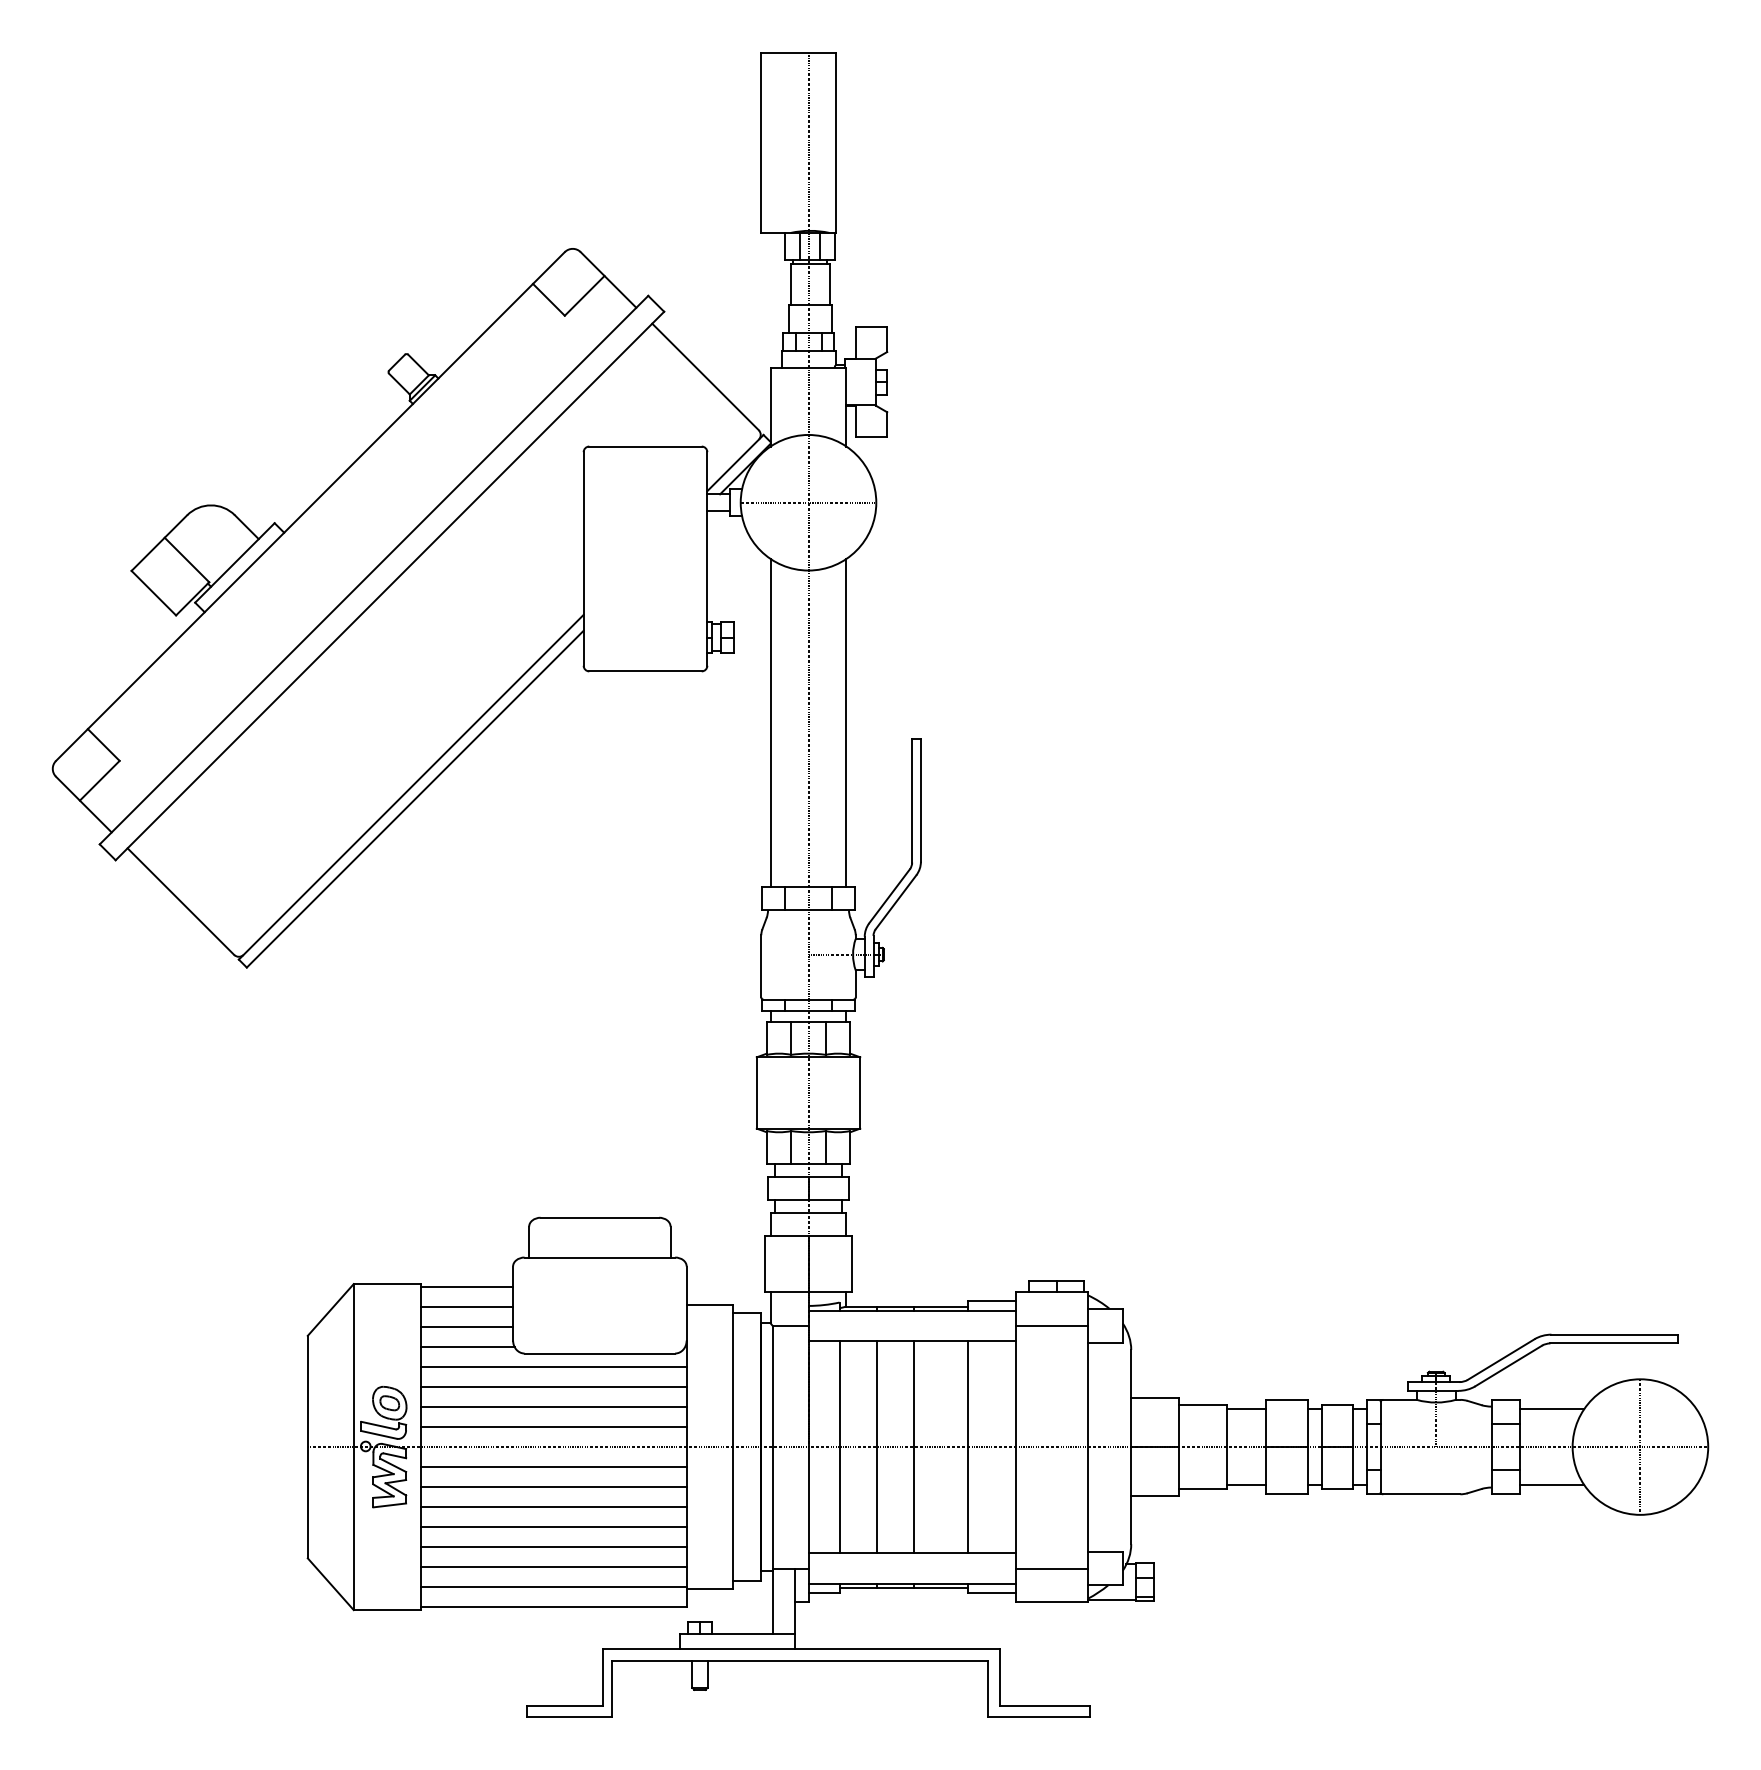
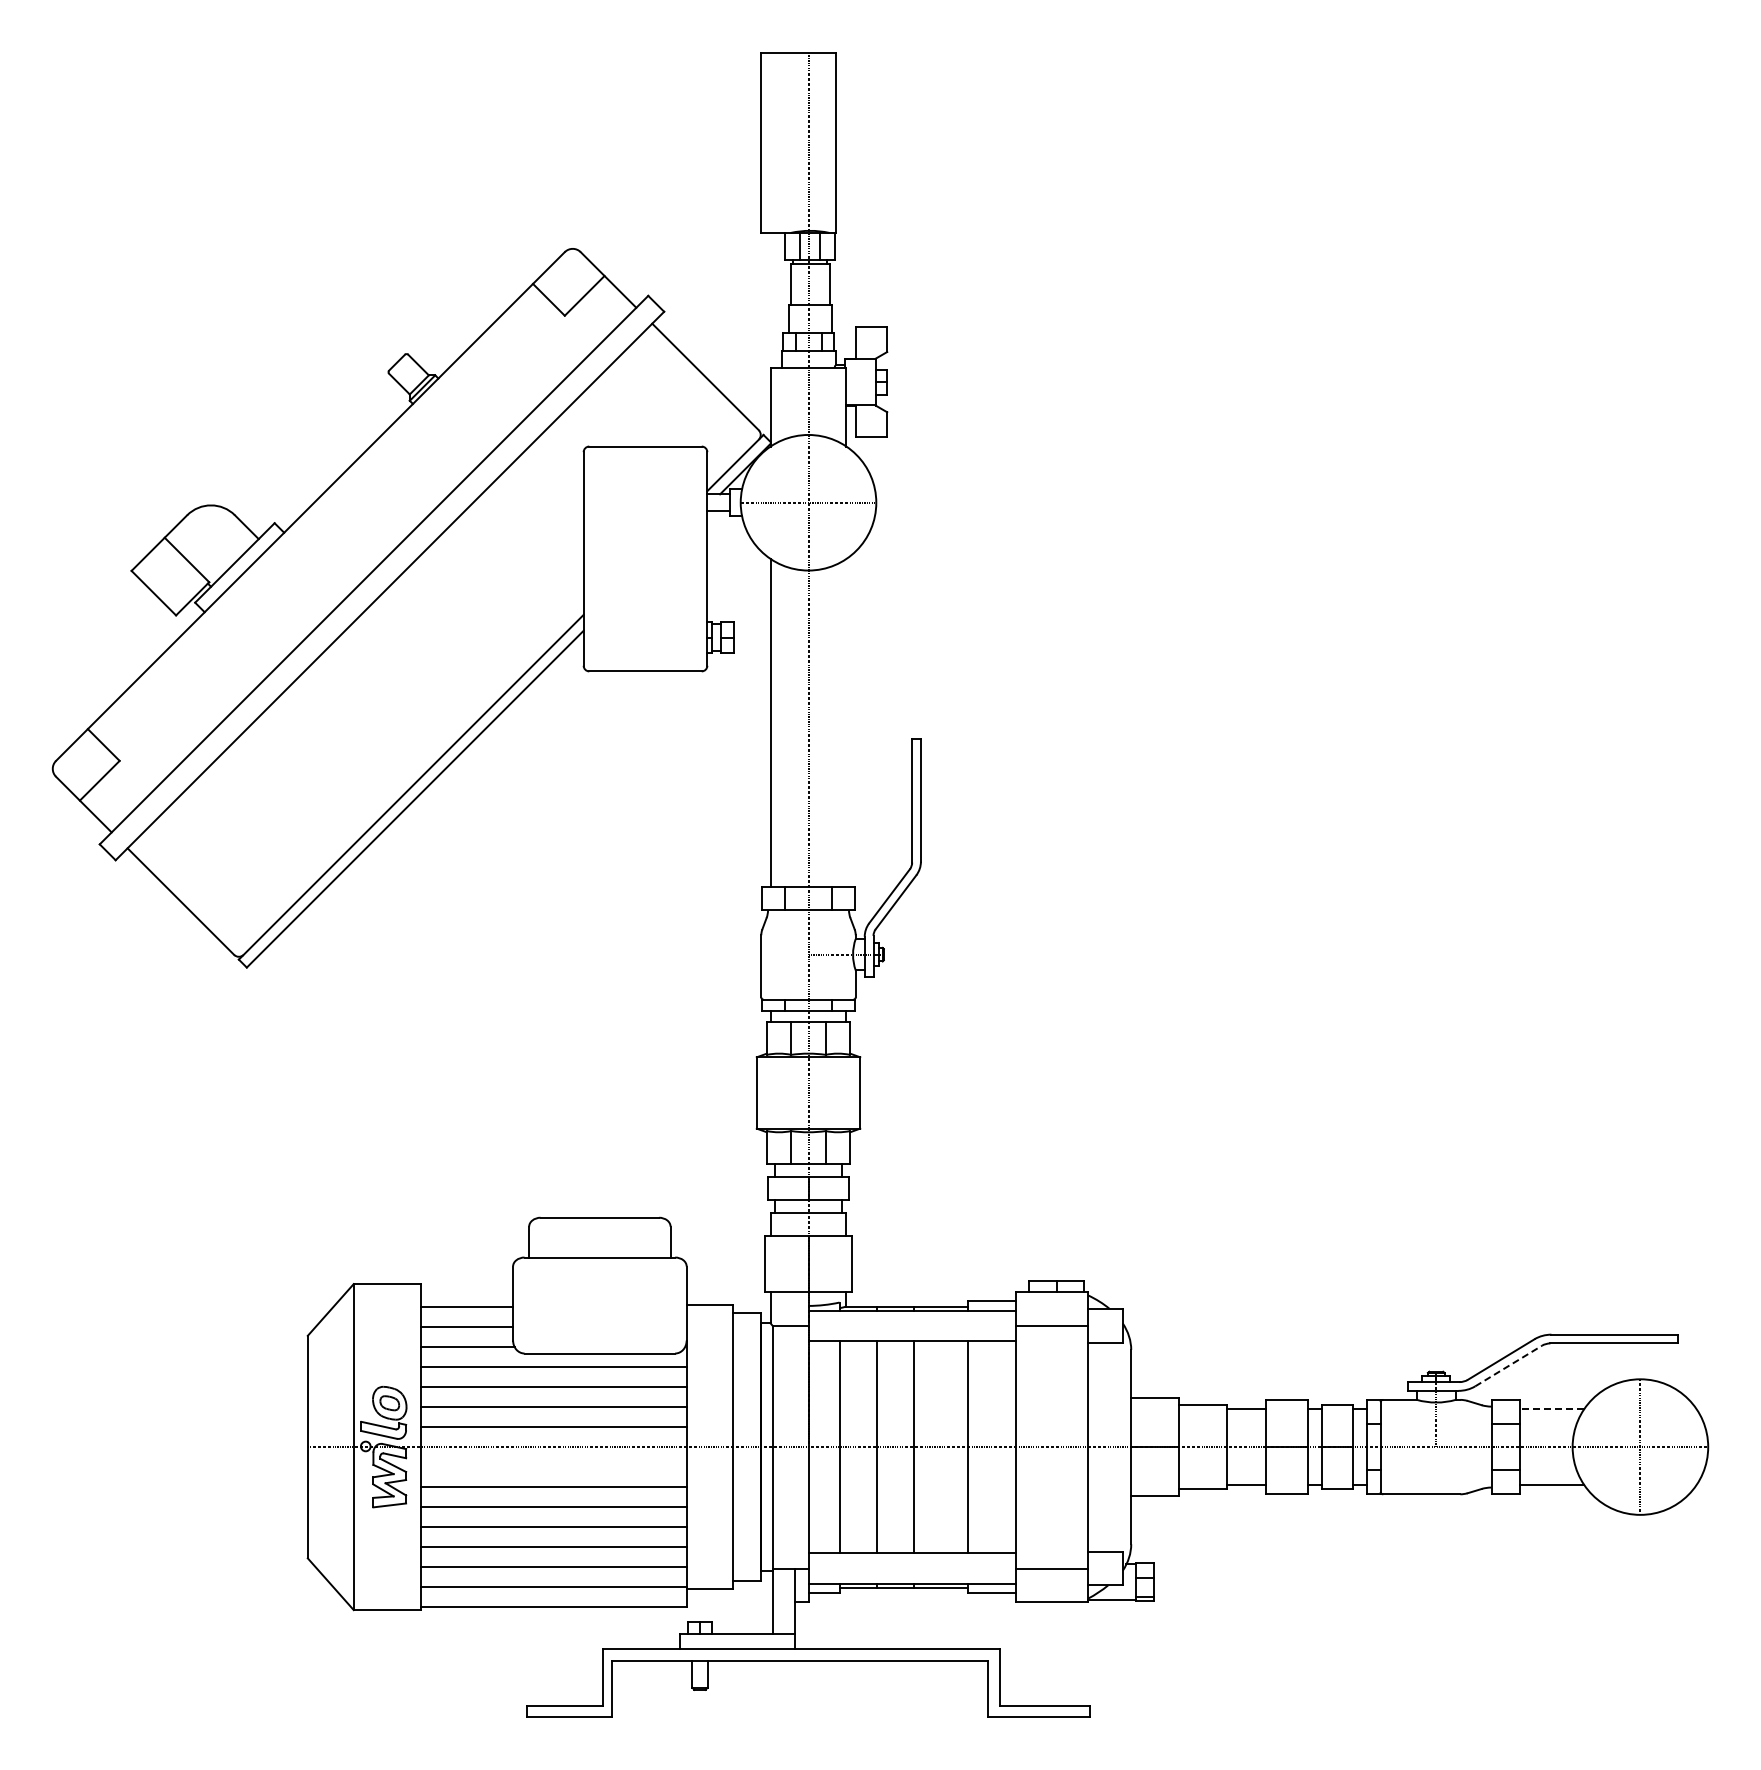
line at (846, 722): present -> none
line at (467, 1286): present -> none
line at (1509, 1365): solid -> dashed
line at (1551, 1409): solid -> dashed
line at (553, 1467): present -> none
